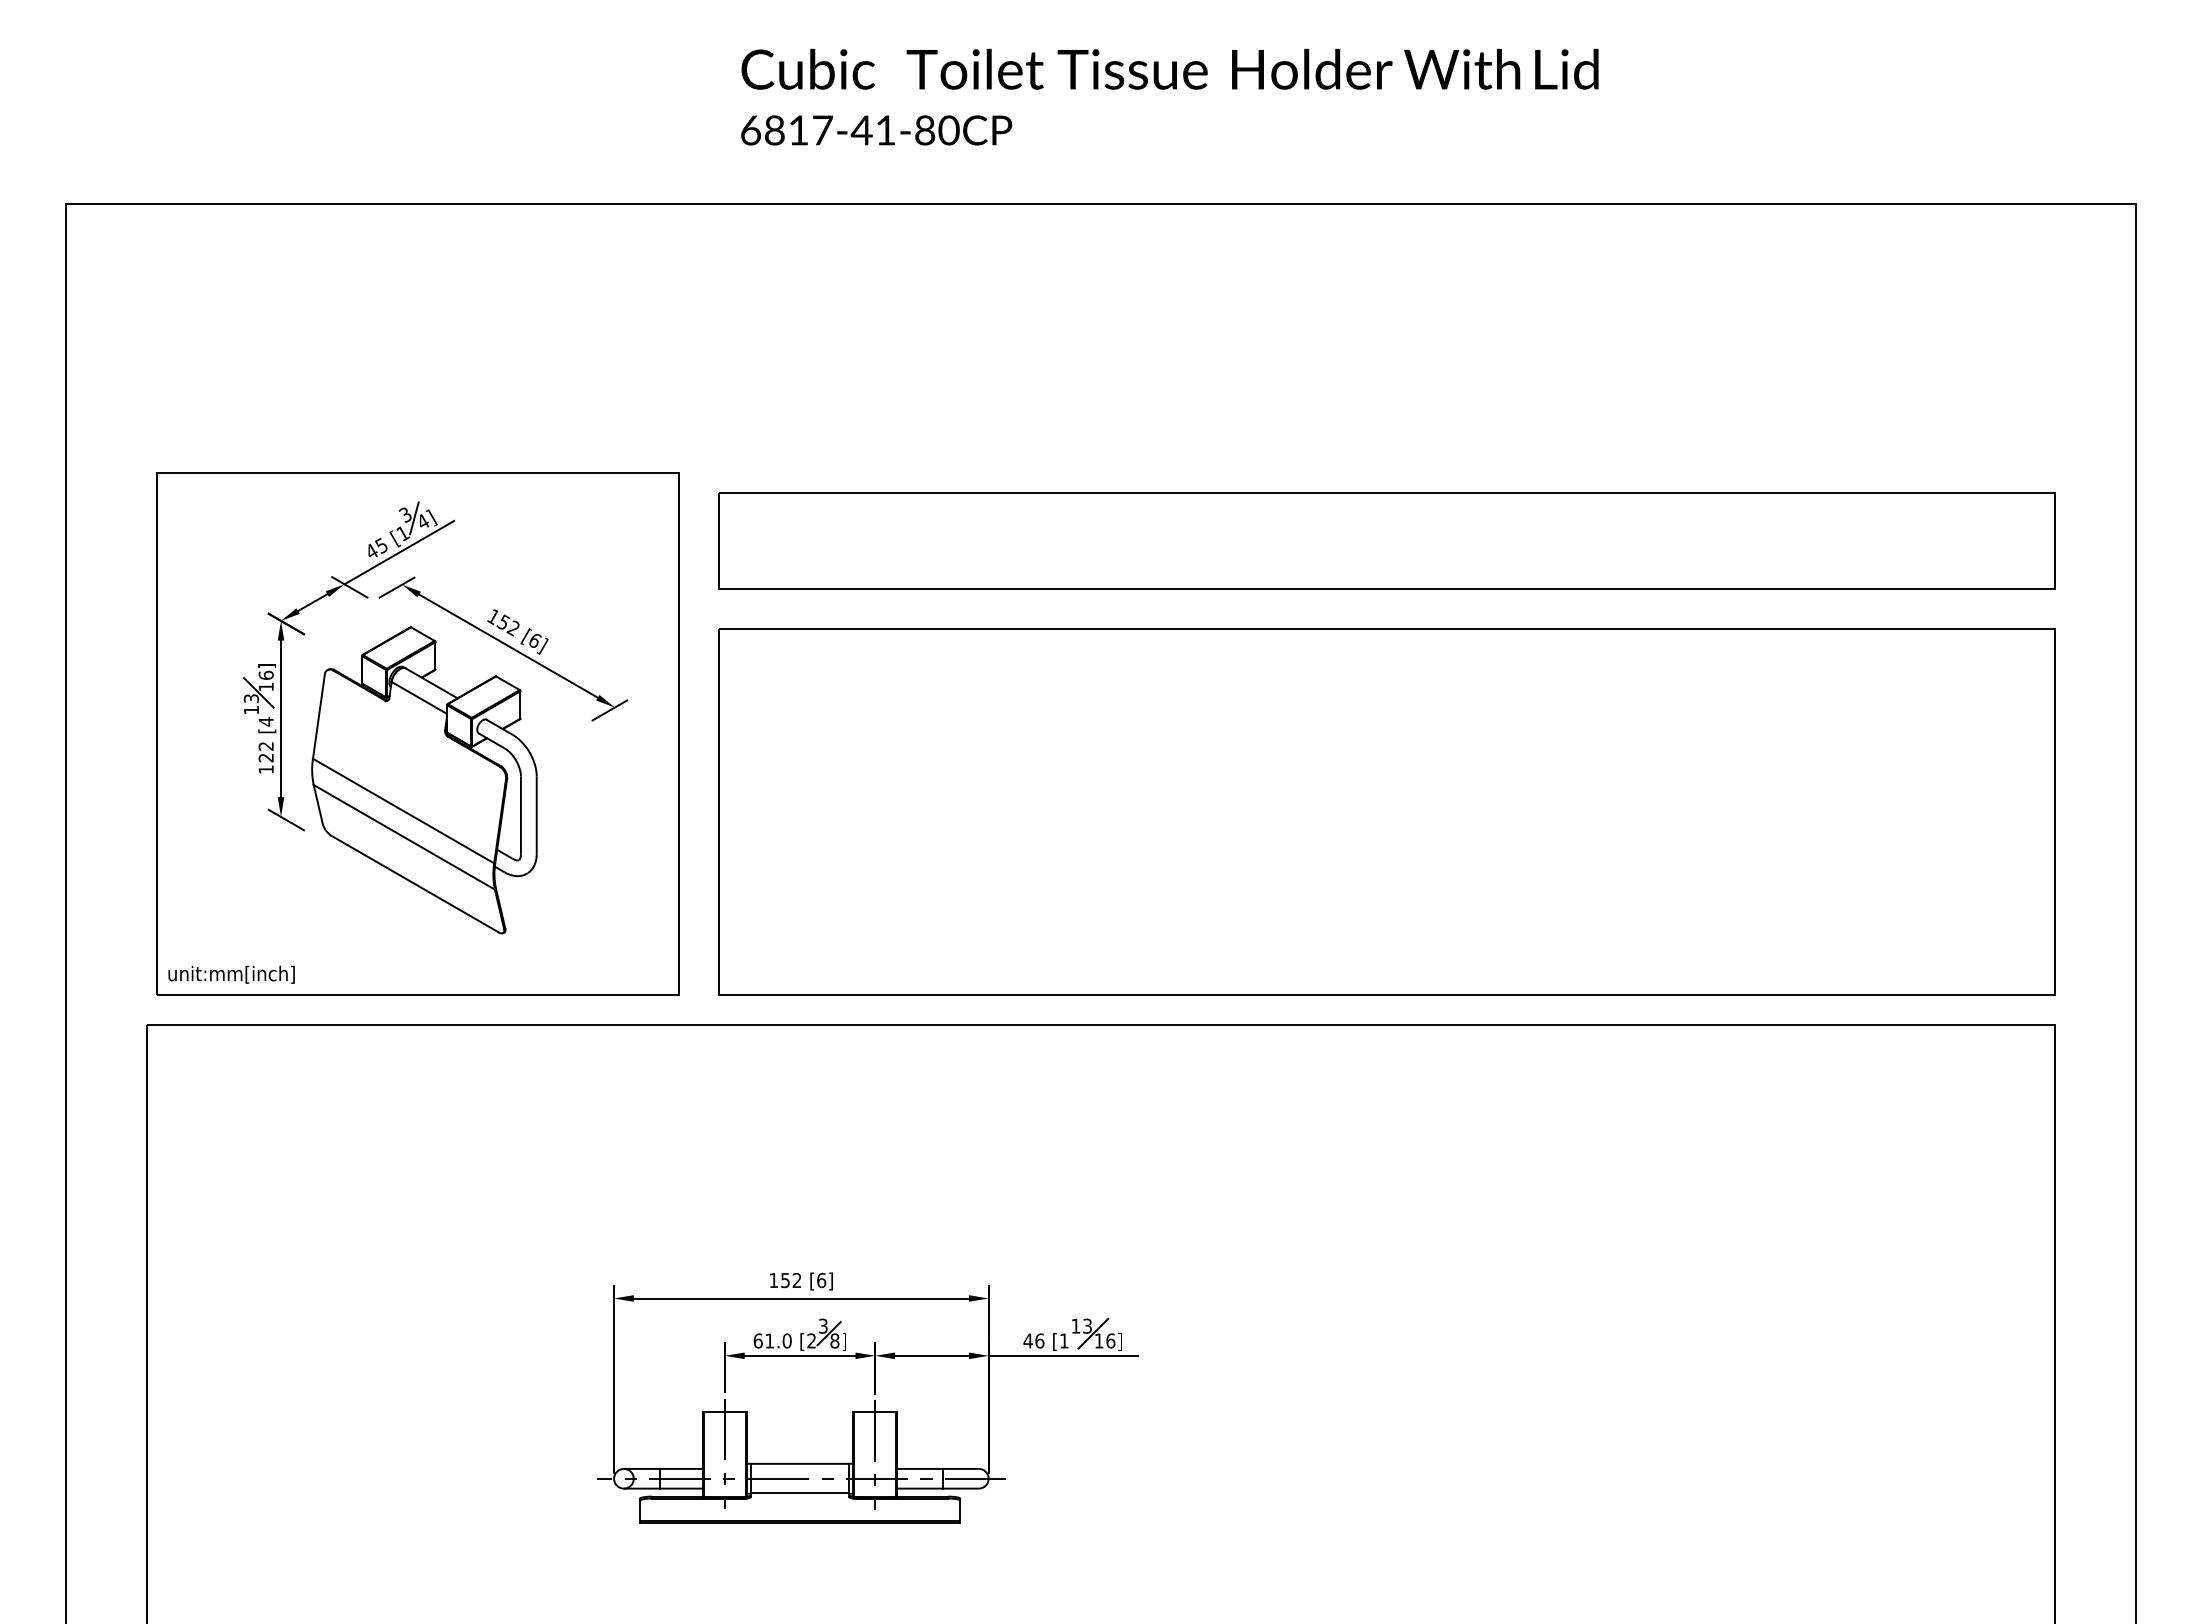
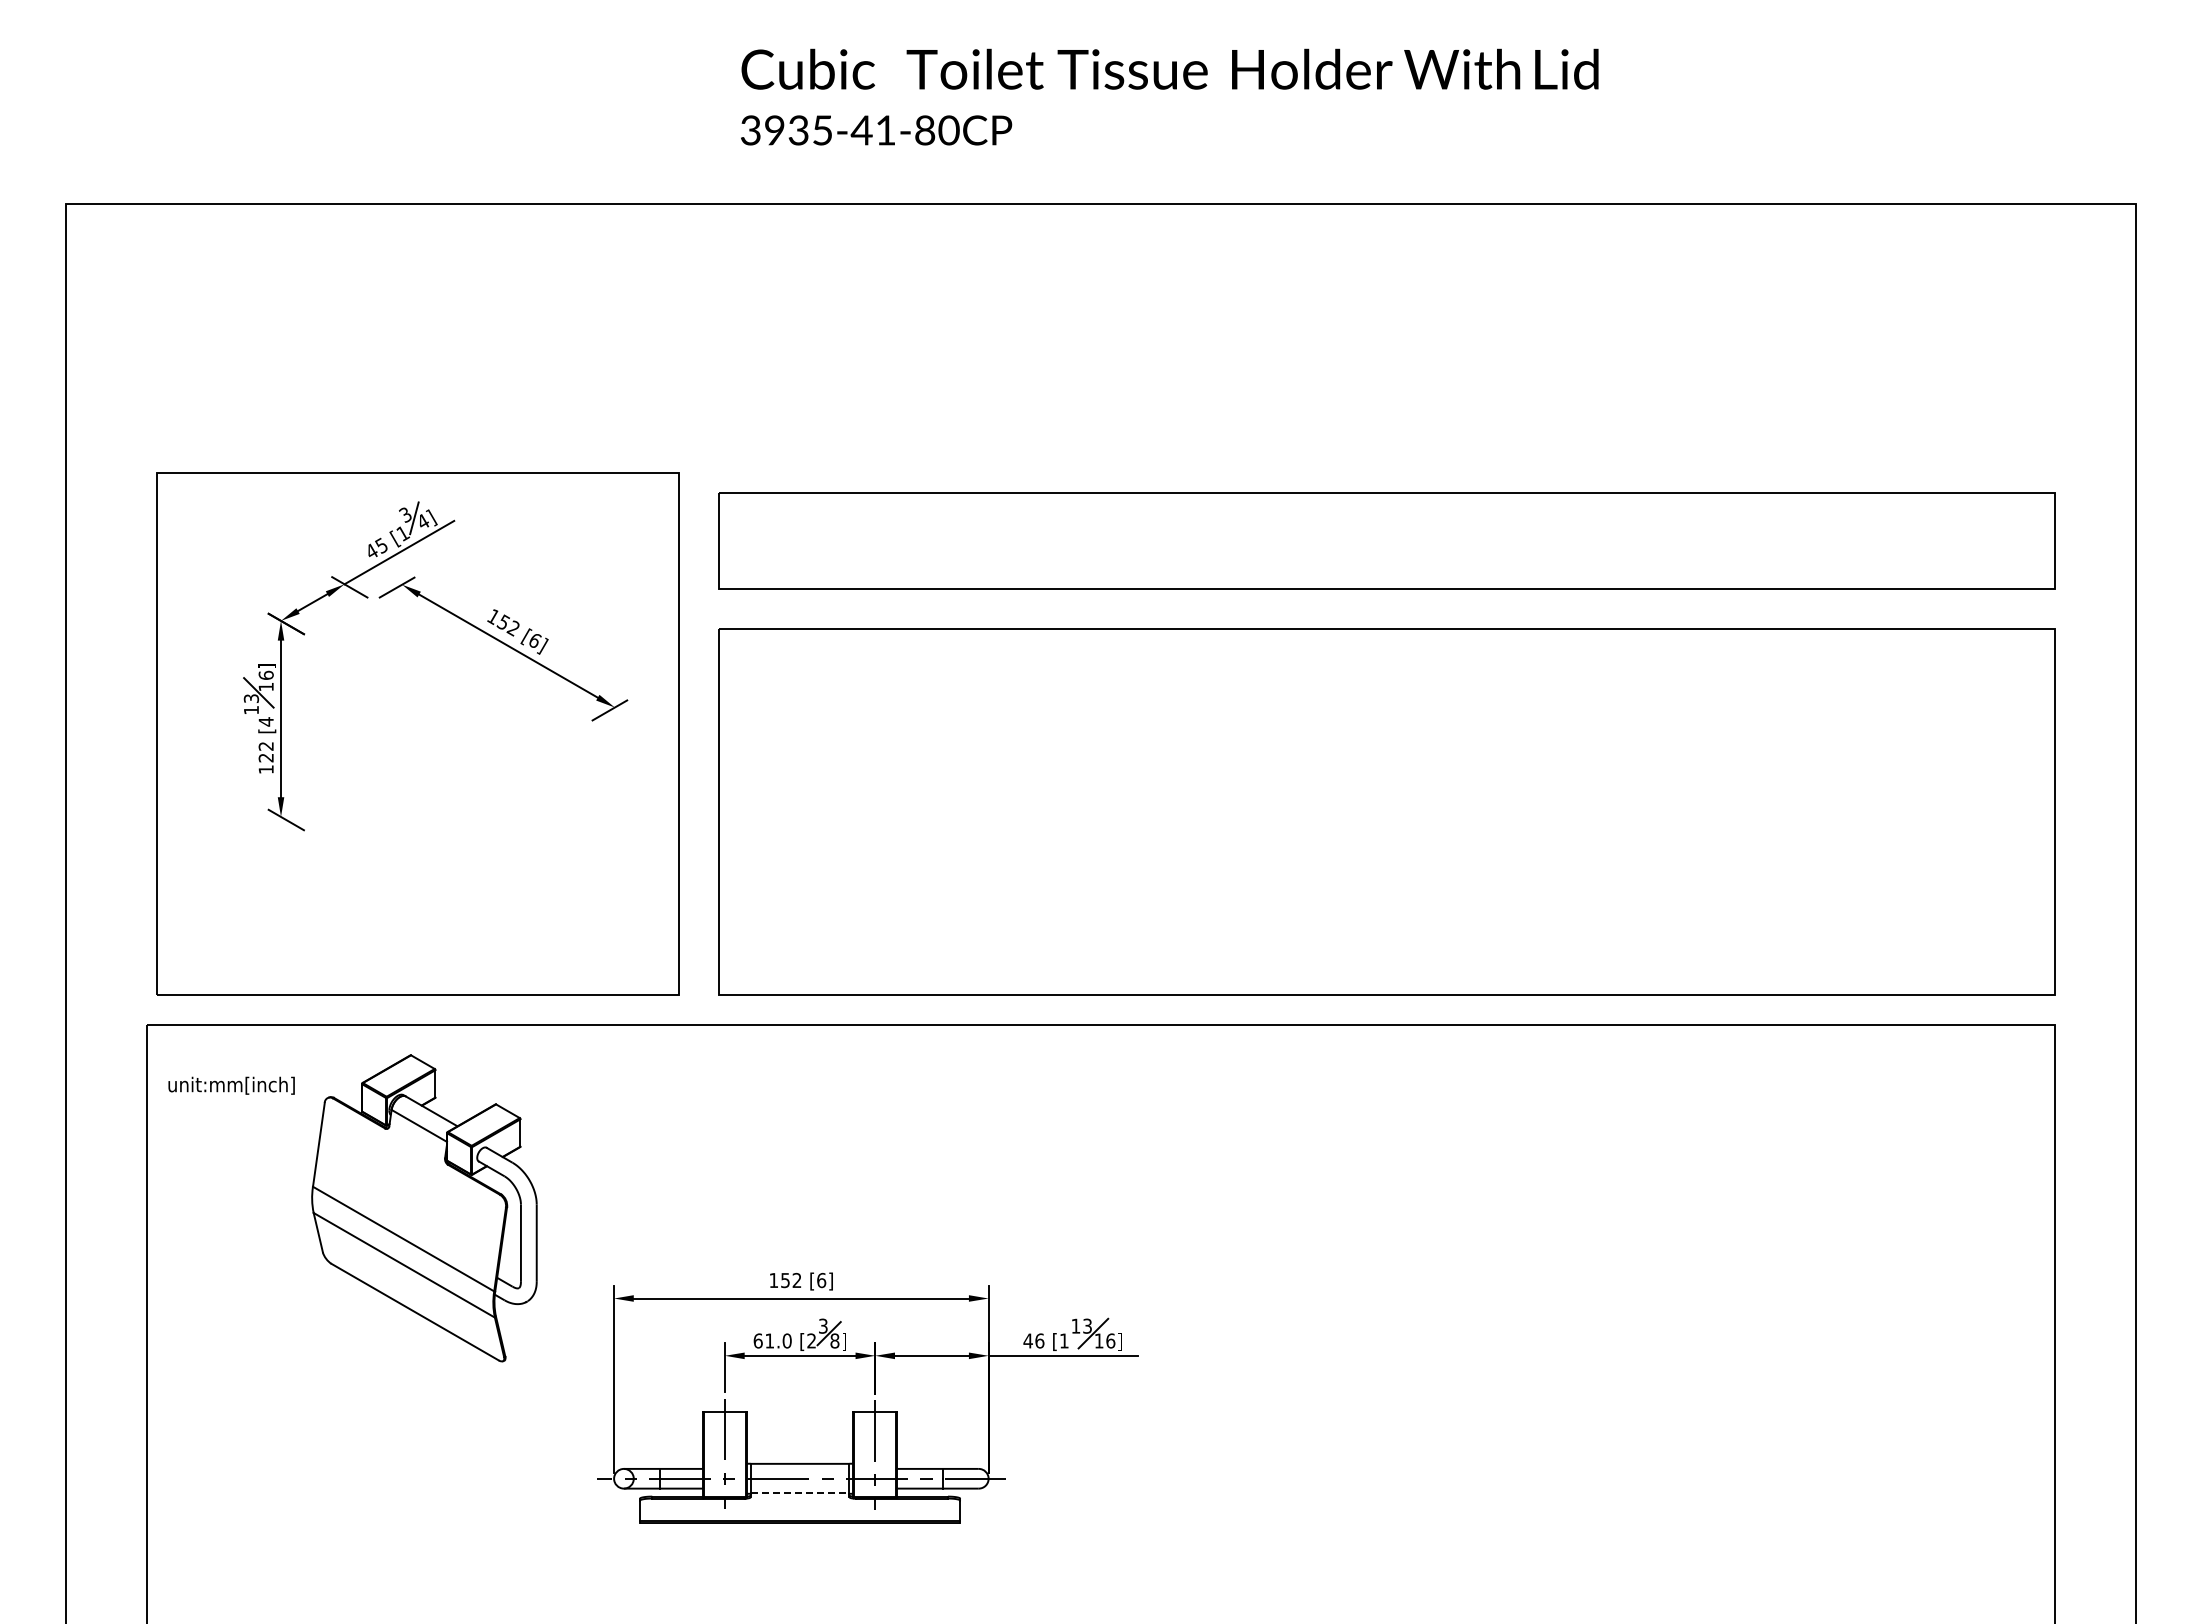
text at (786, 130): 6817-41-80CP -> 3935-41-80CP
part at (424, 780) position: (424, 780) -> (424, 1208)
text at (231, 974) position: (231, 974) -> (231, 1085)
line at (800, 1493): solid -> dashed
